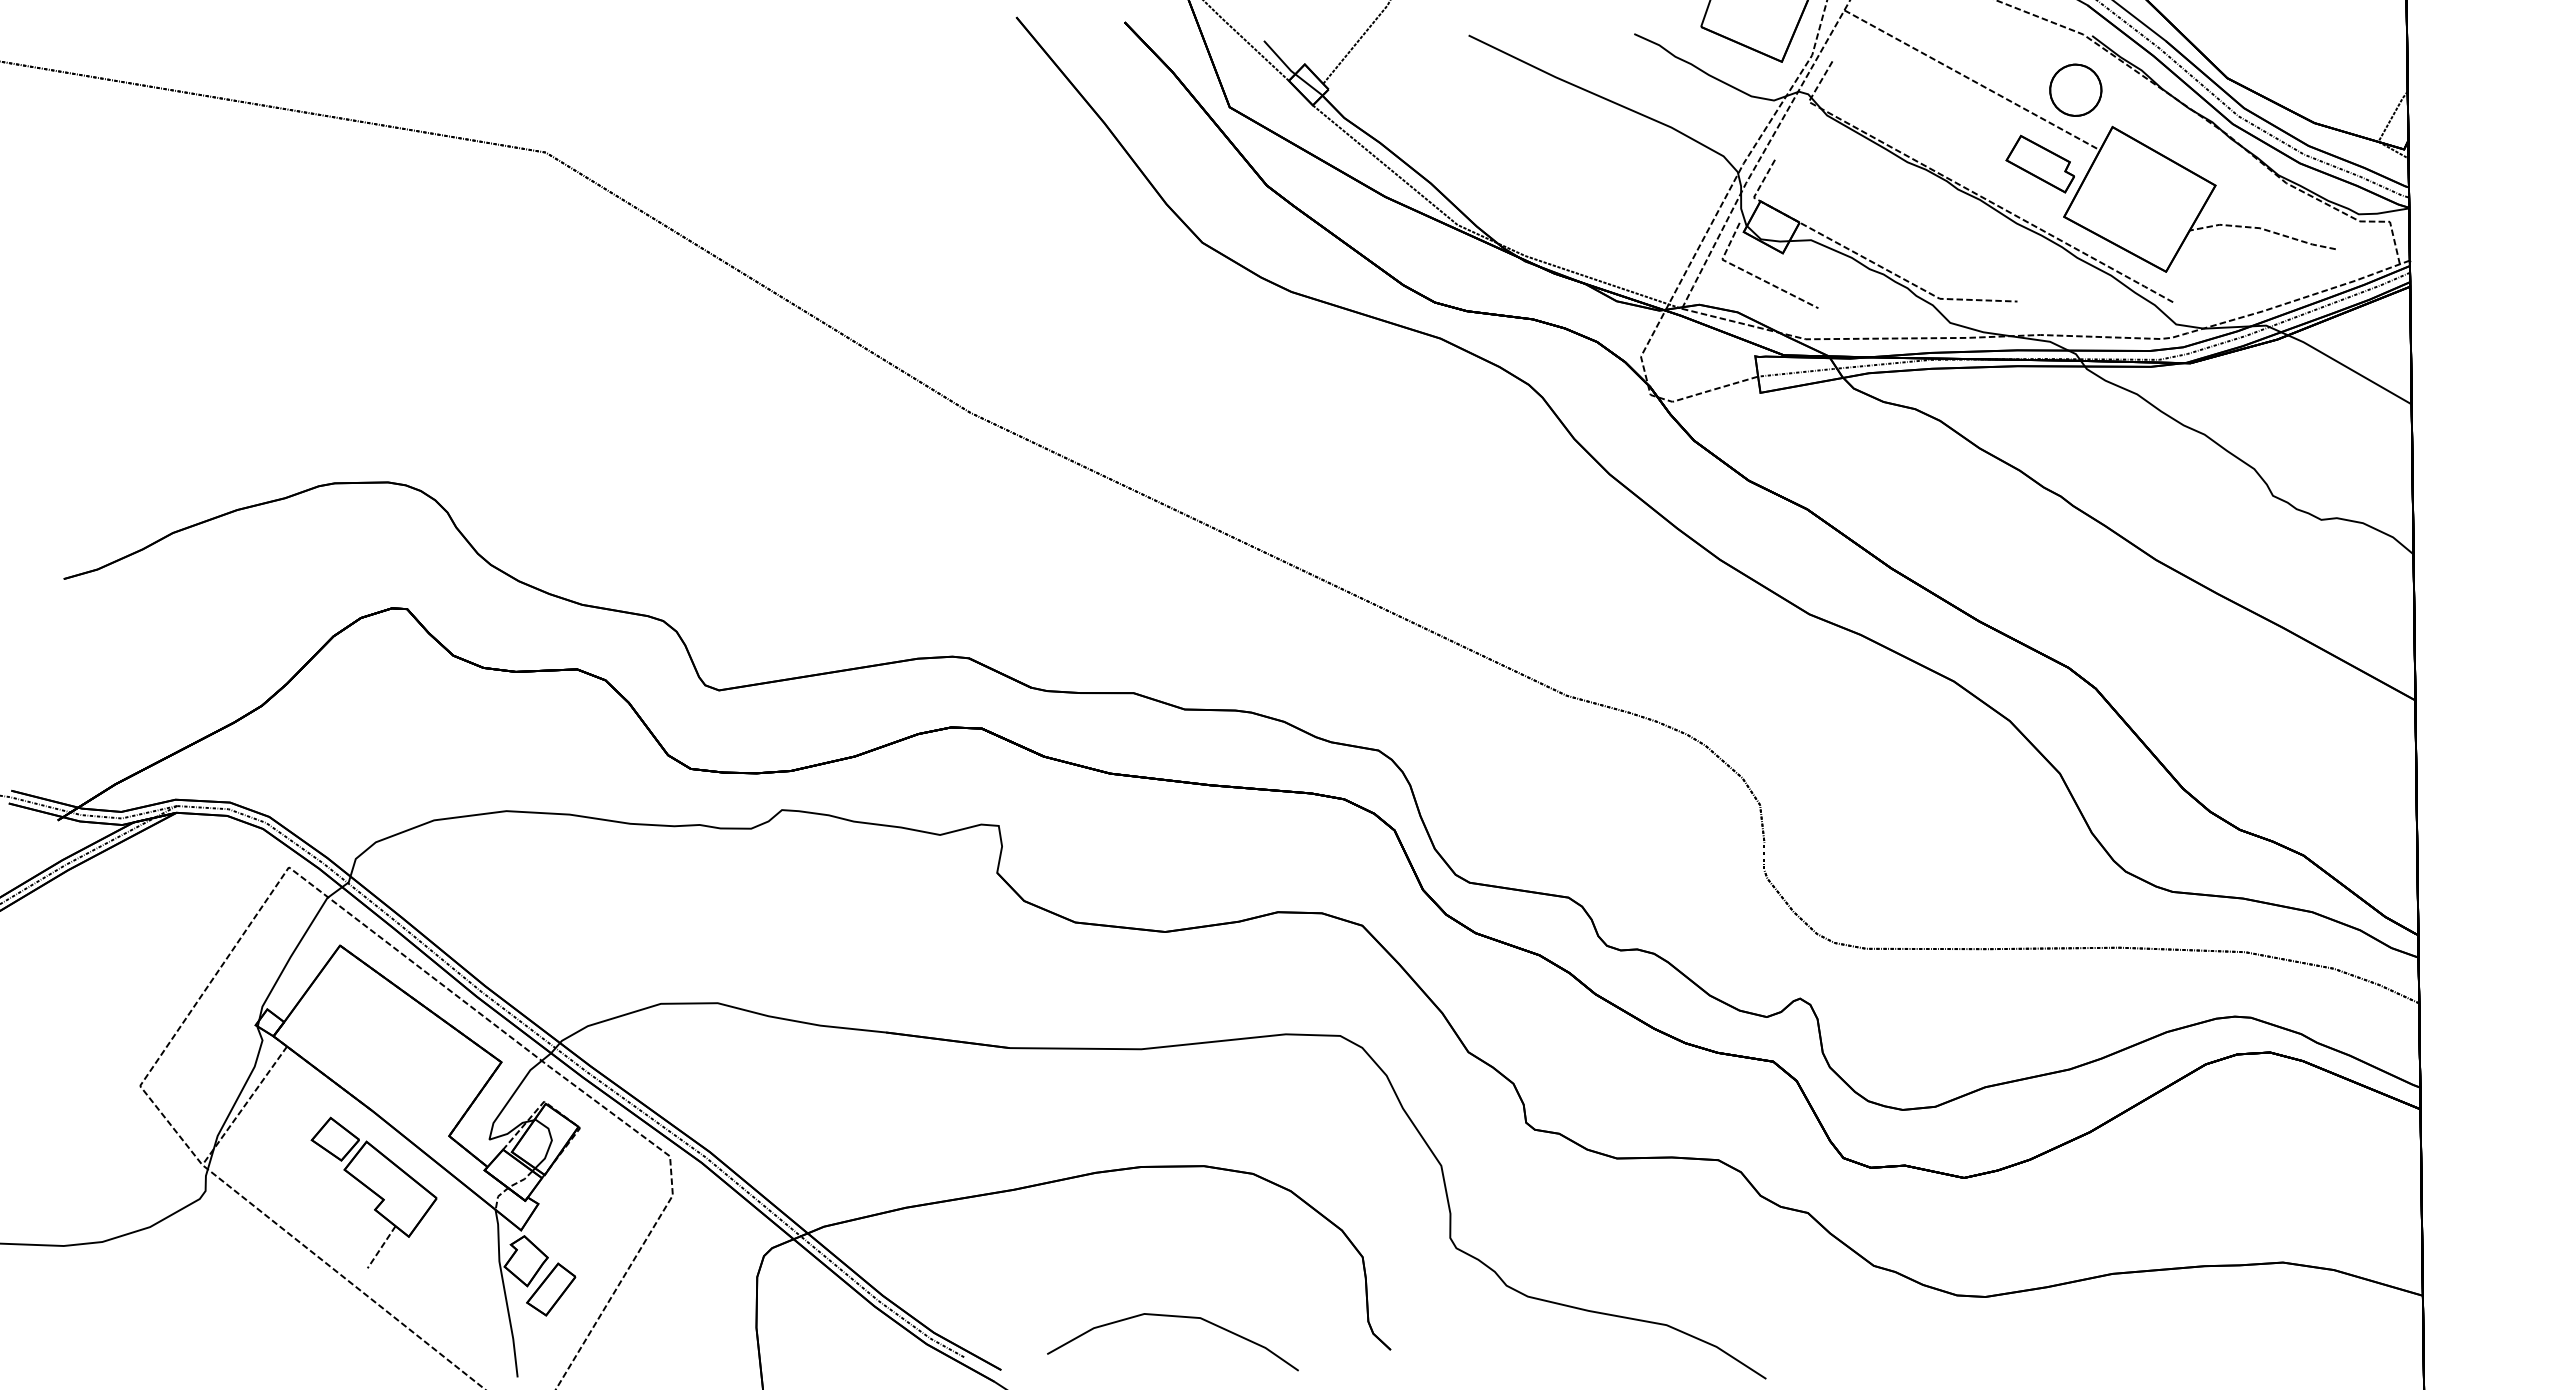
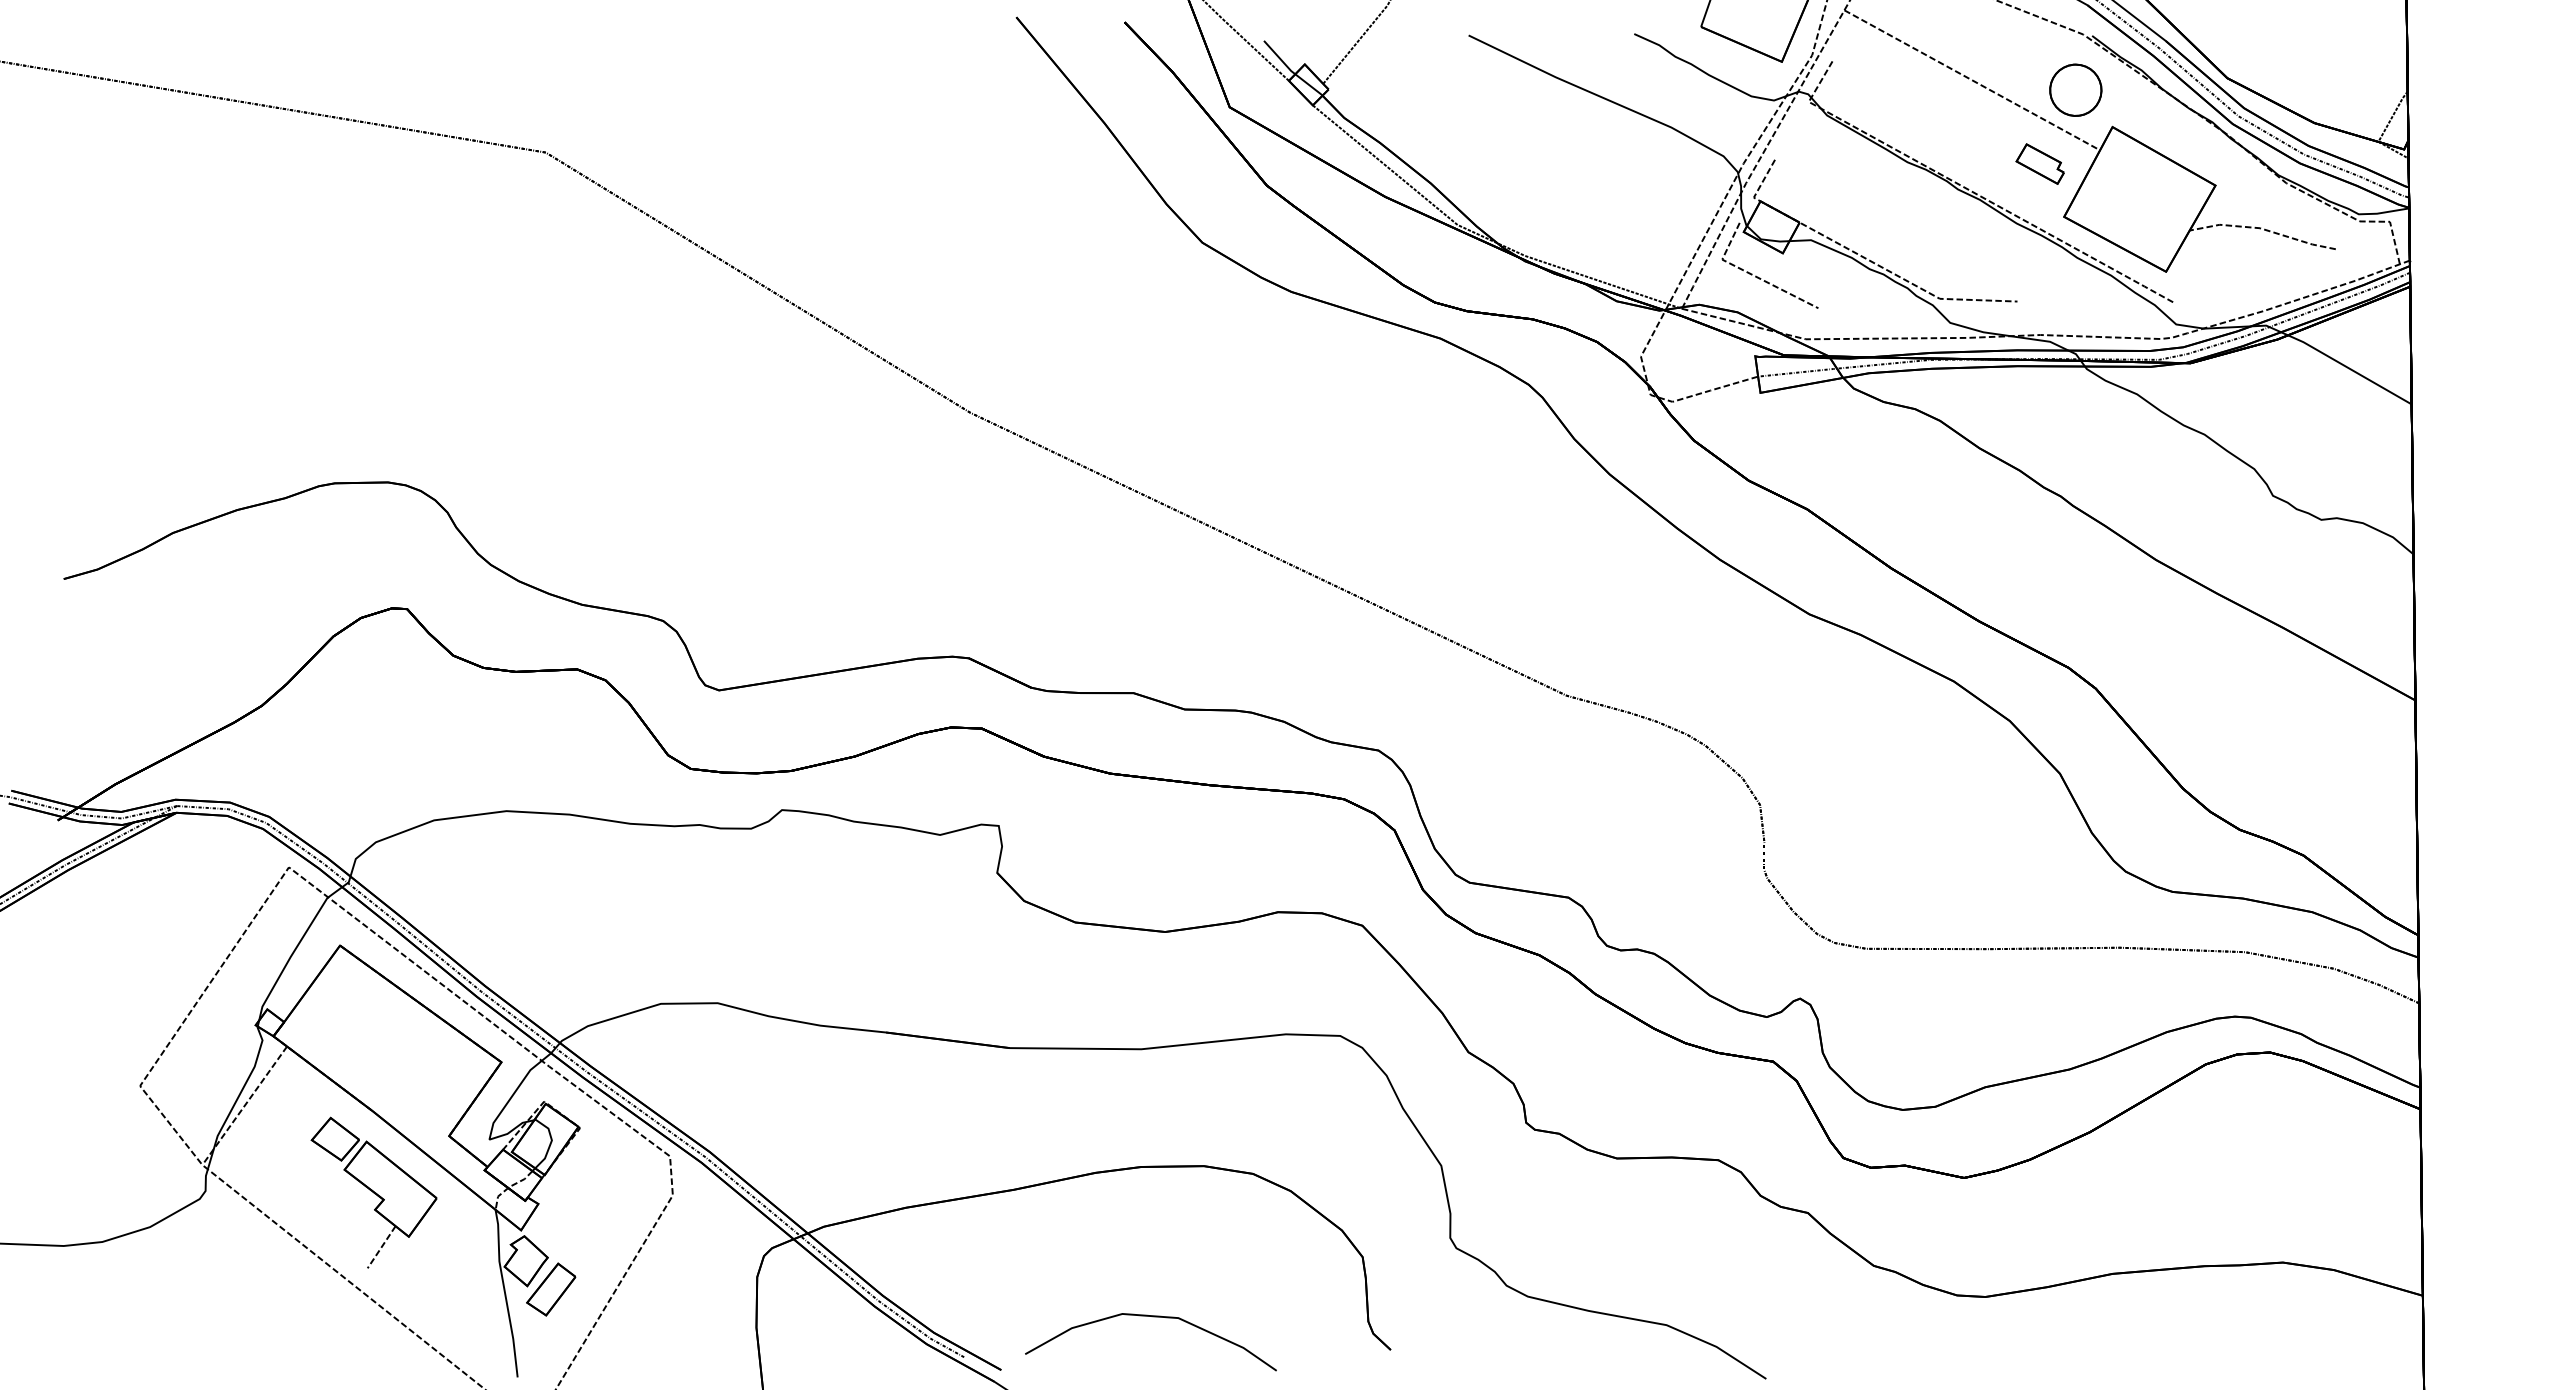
part at (2039, 163) size: 70x60 px -> 50x42 px
curve at (1174, 1317) position: (1174, 1317) -> (1152, 1317)
